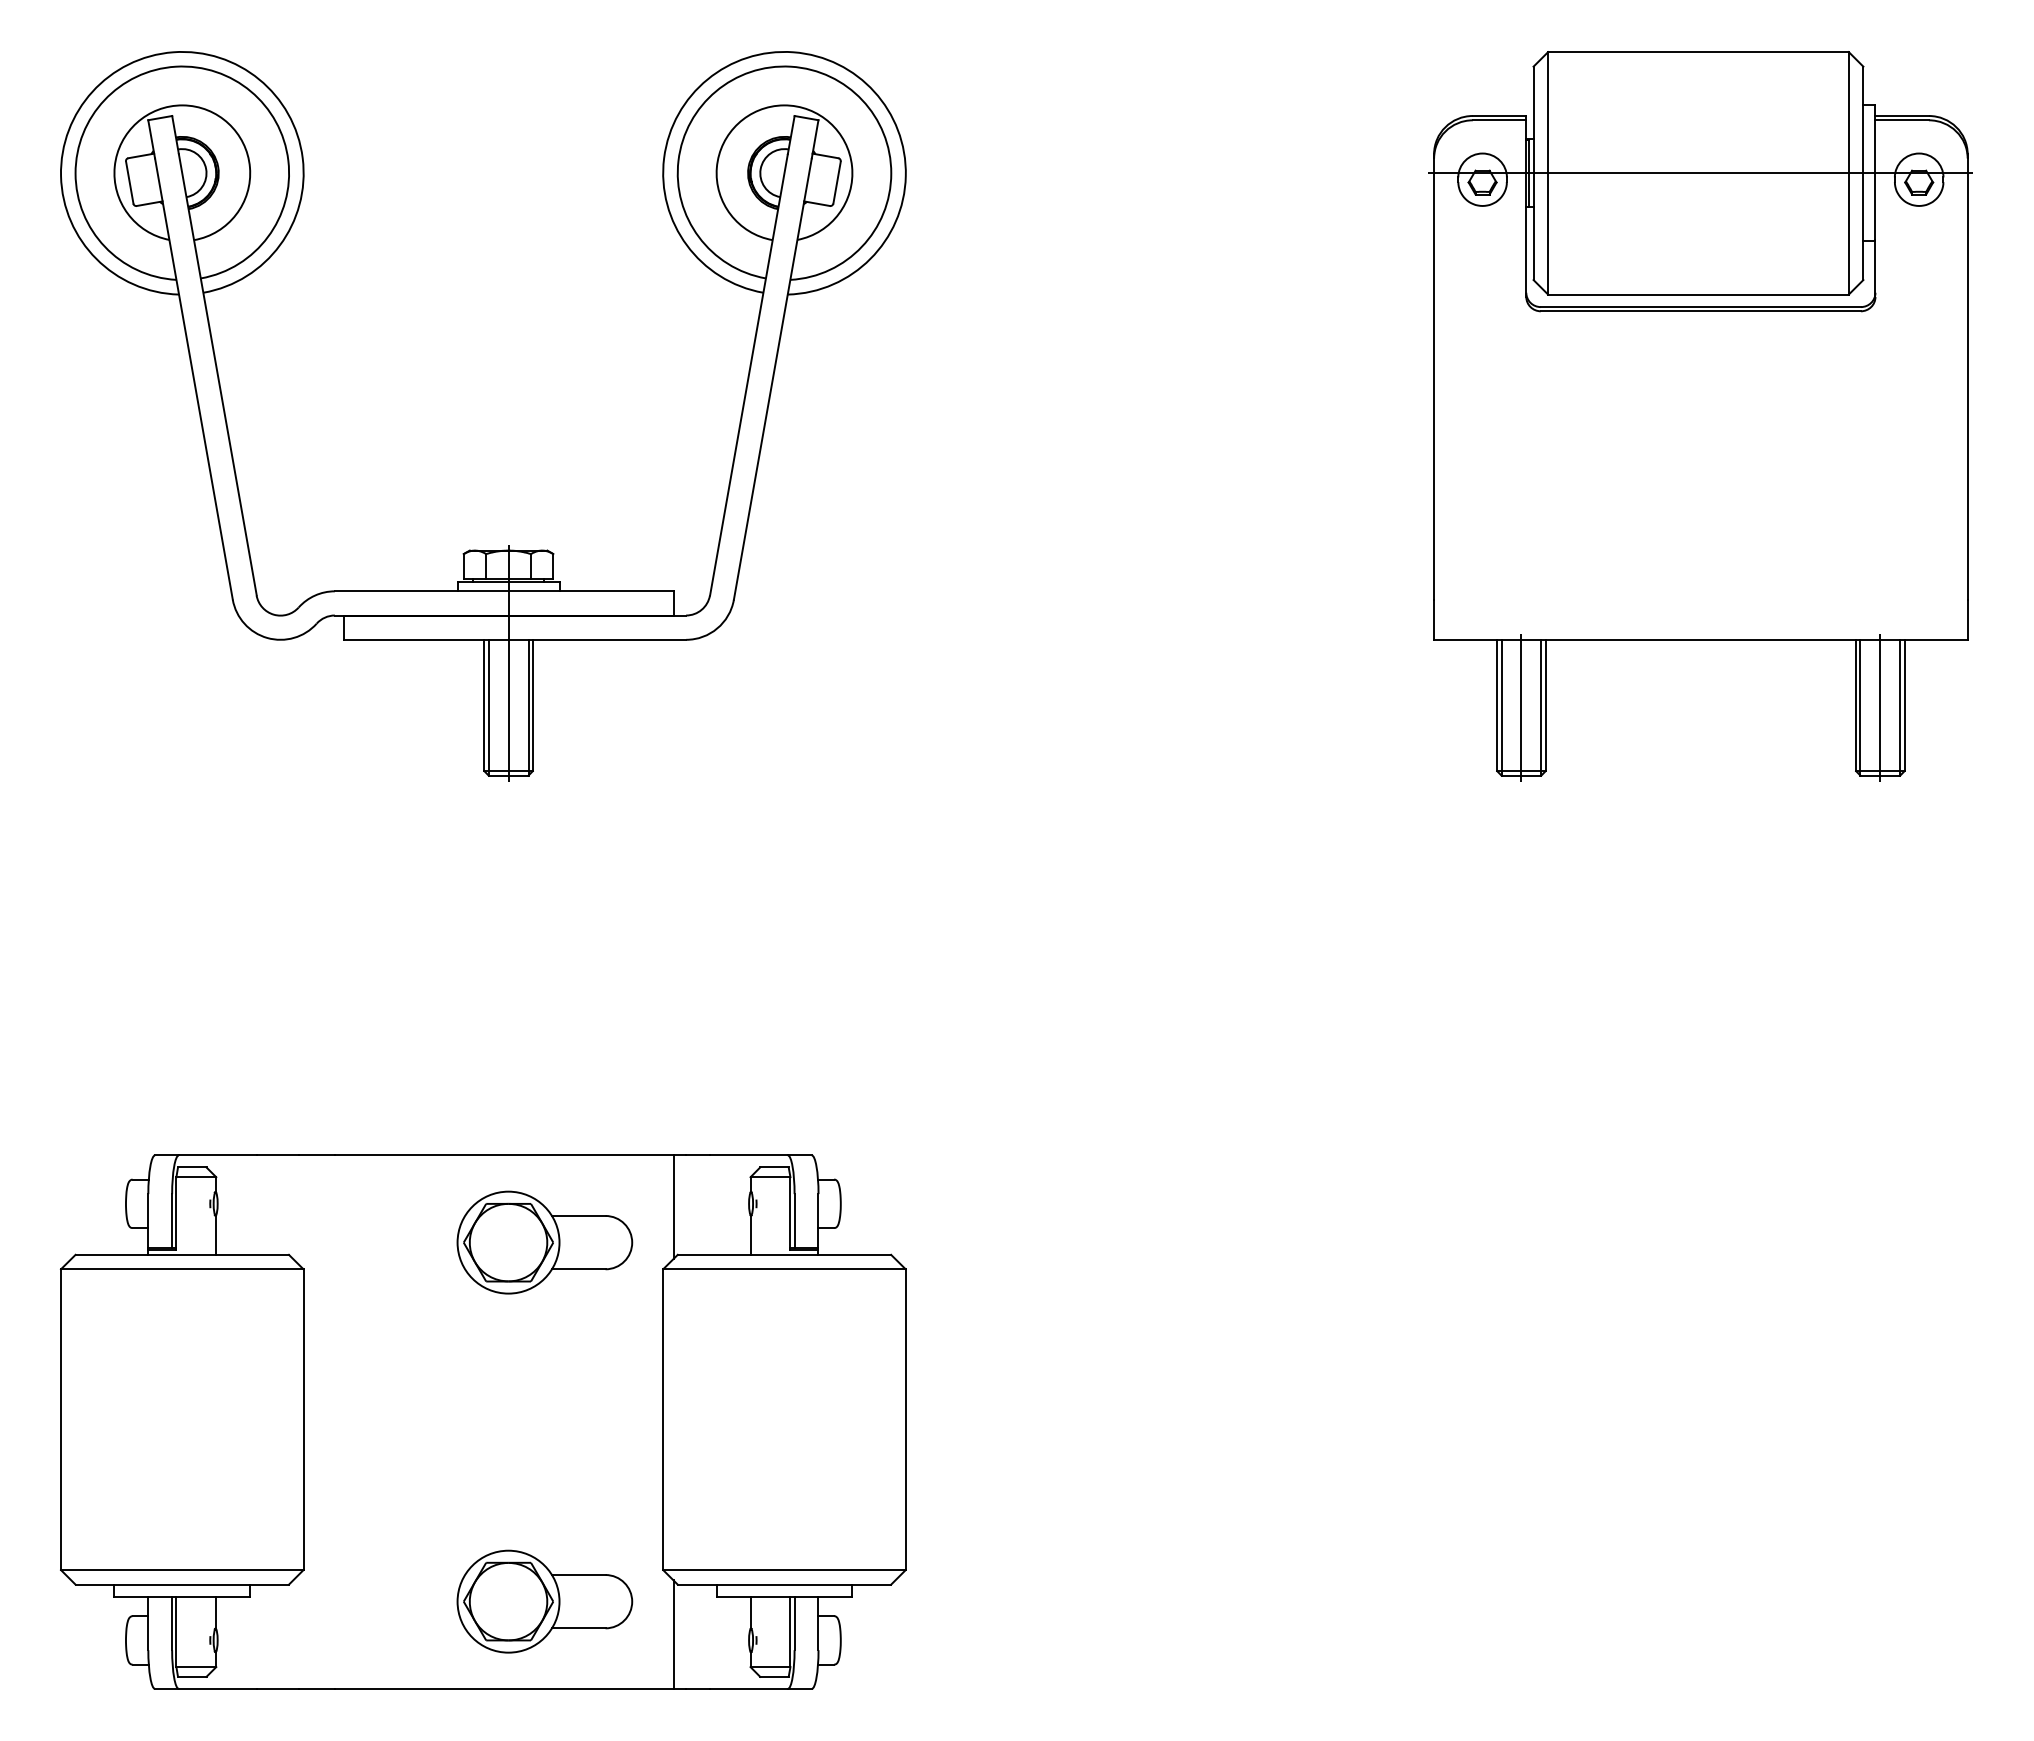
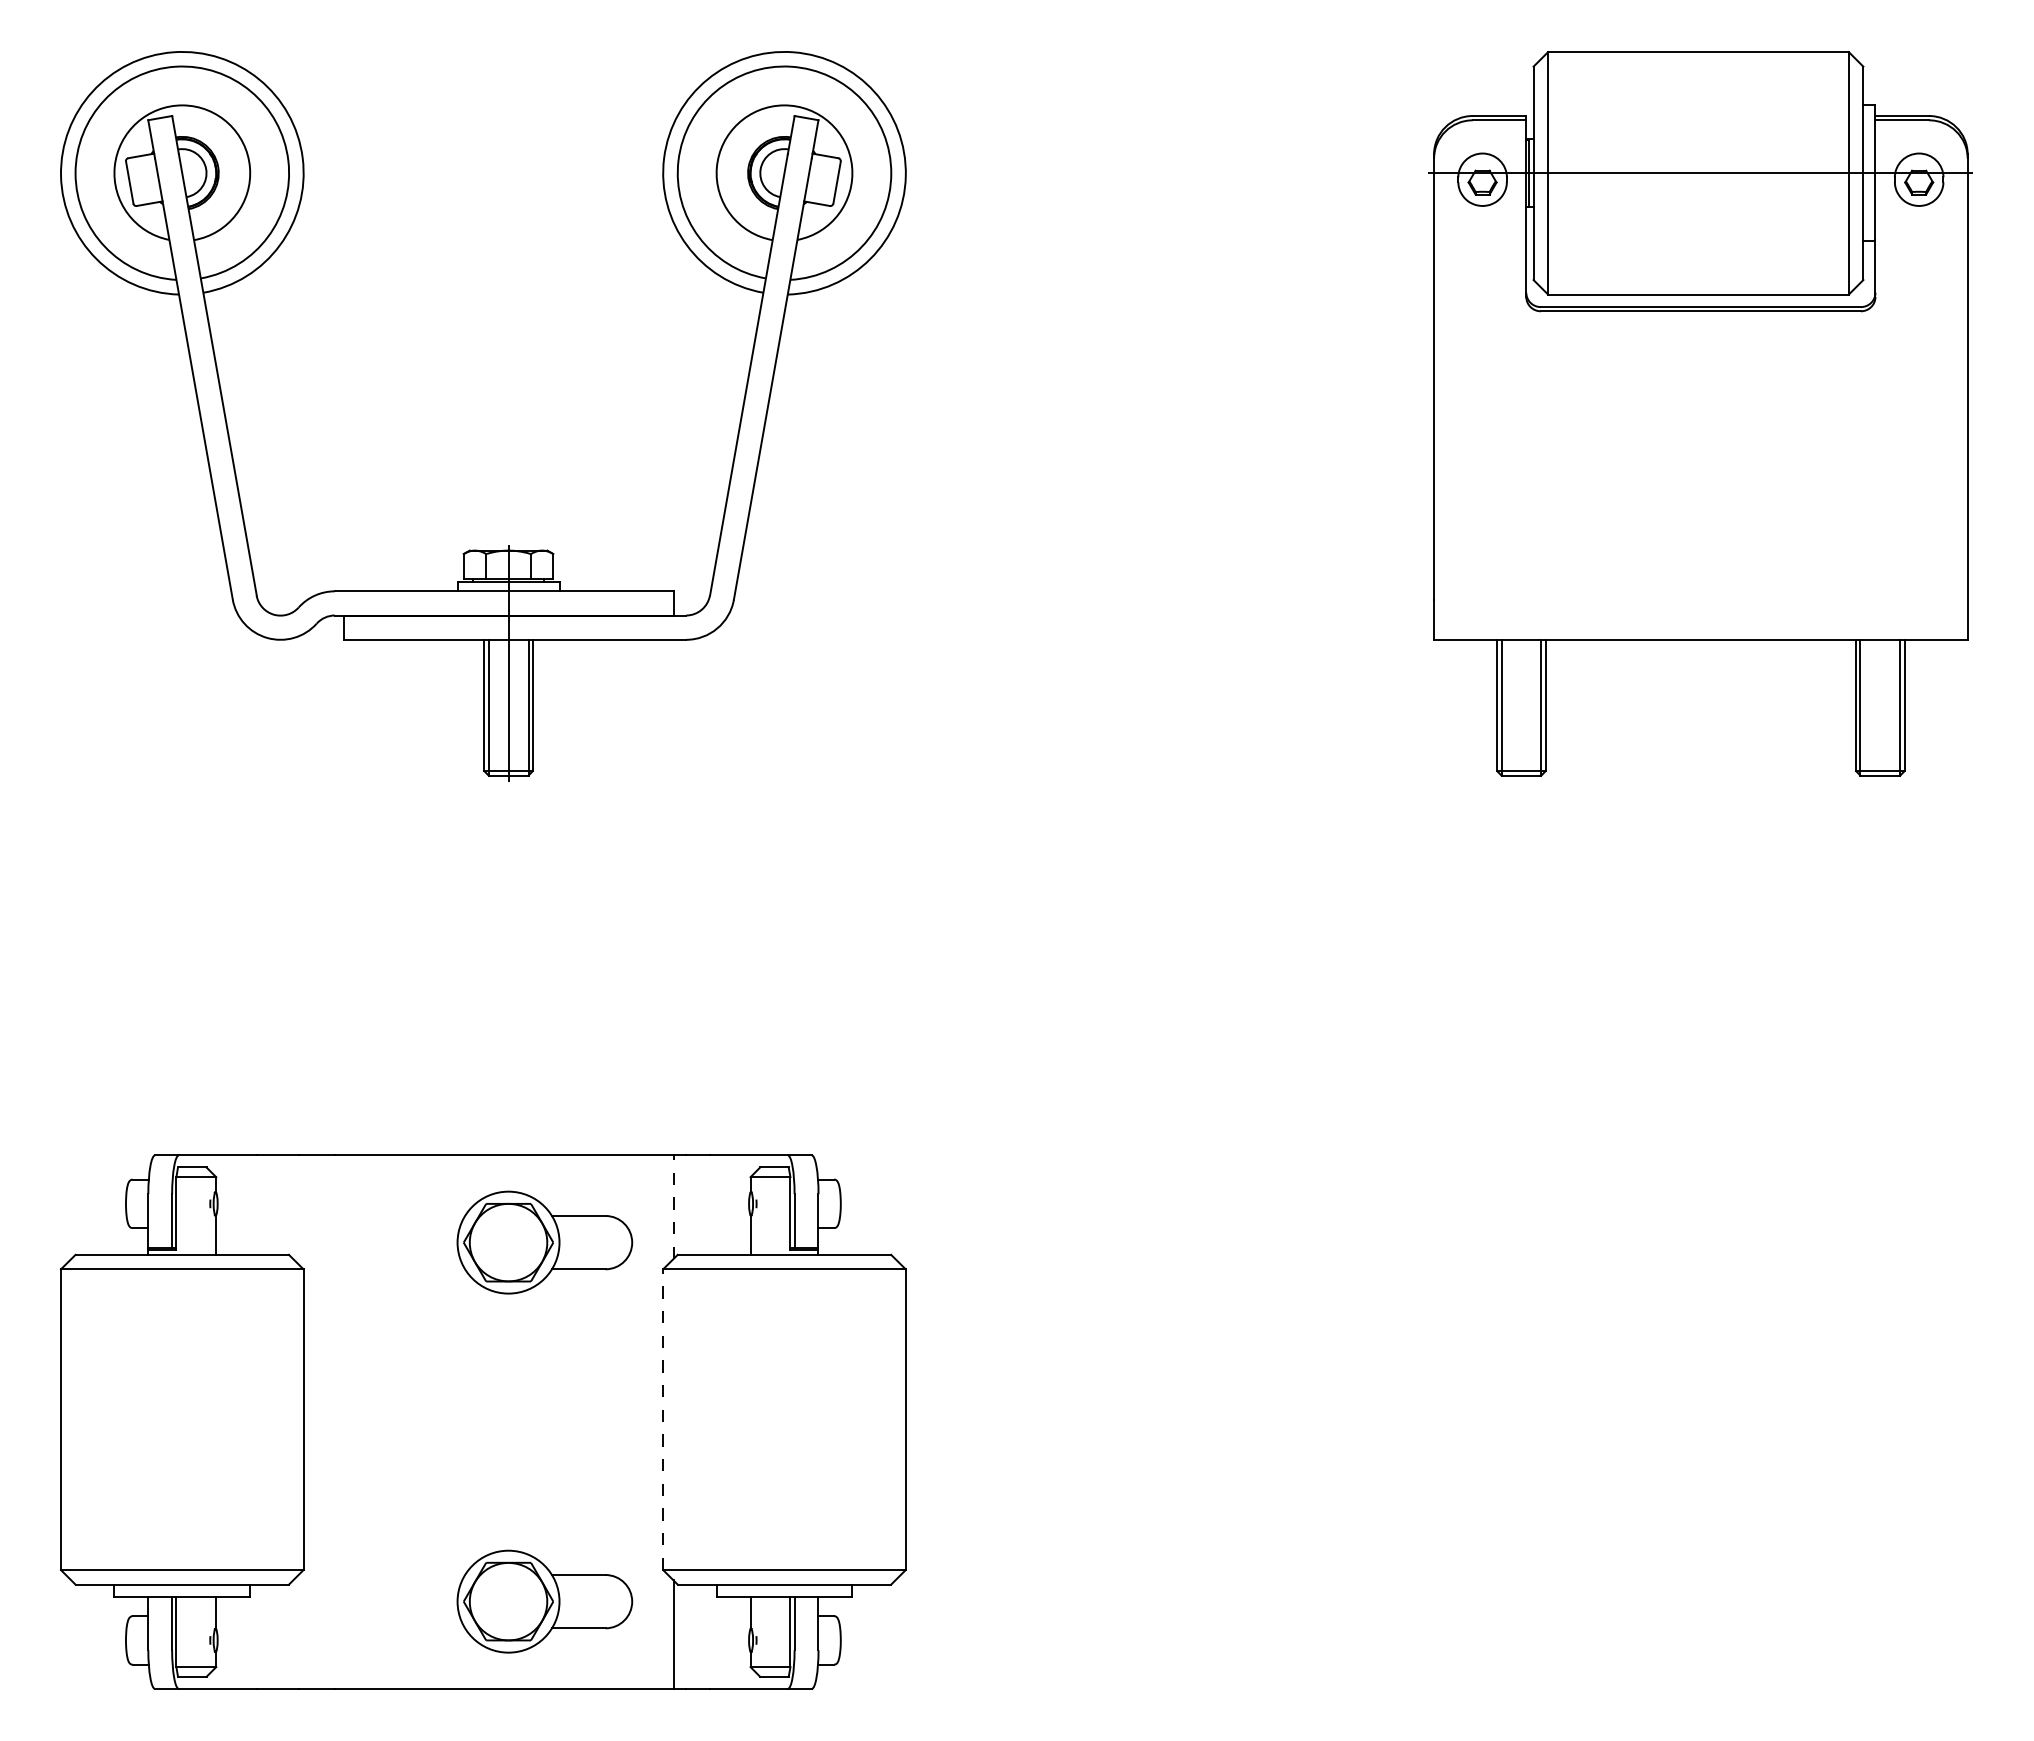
line at (1521, 707): present -> none
line at (1880, 707): present -> none
line at (673, 1207): solid -> dashed
line at (663, 1419): solid -> dashed
